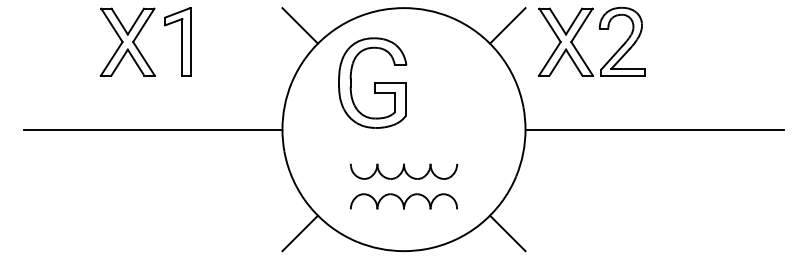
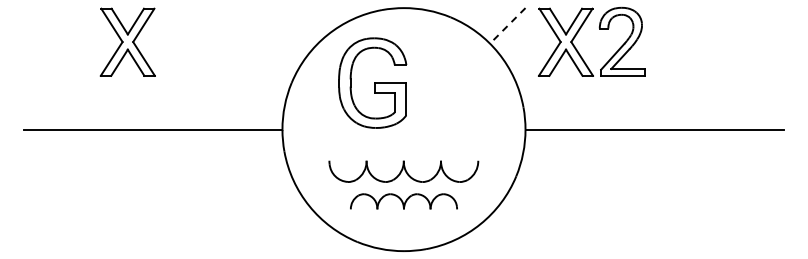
line at (300, 25): present -> none
line at (507, 26): solid -> dashed
part at (177, 41): present -> none
part at (404, 171) size: 109x17 px -> 152x23 px
line at (300, 233): present -> none
line at (507, 233): present -> none
